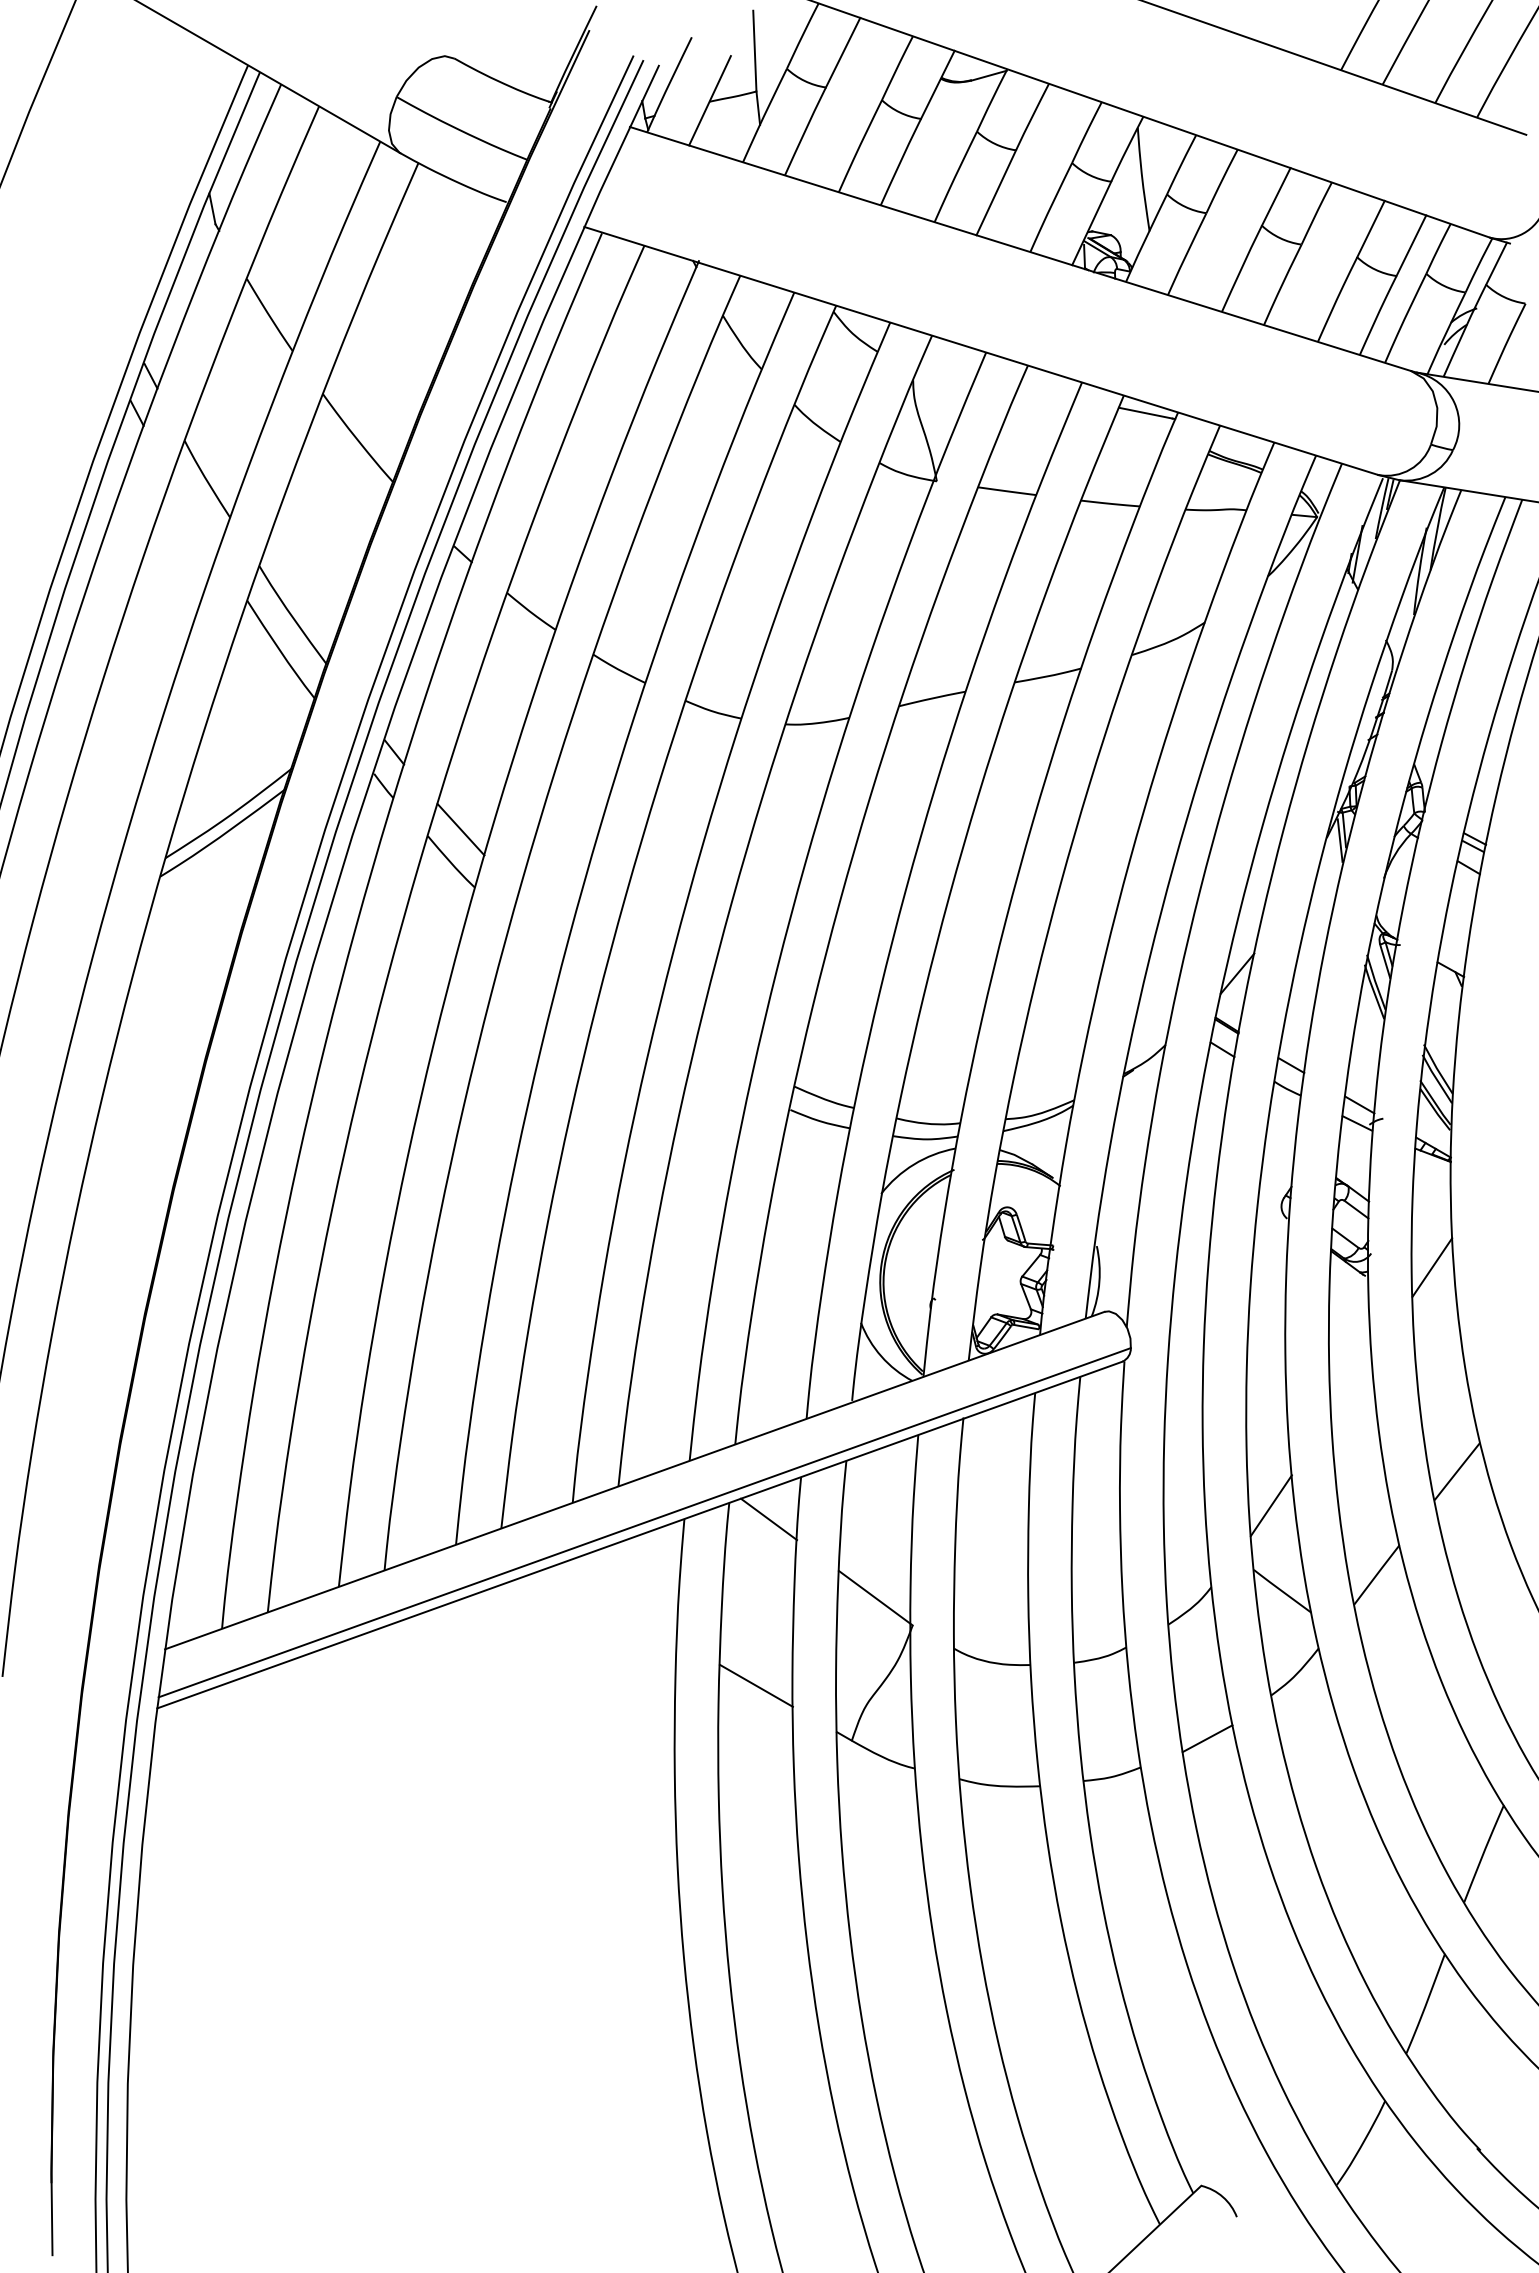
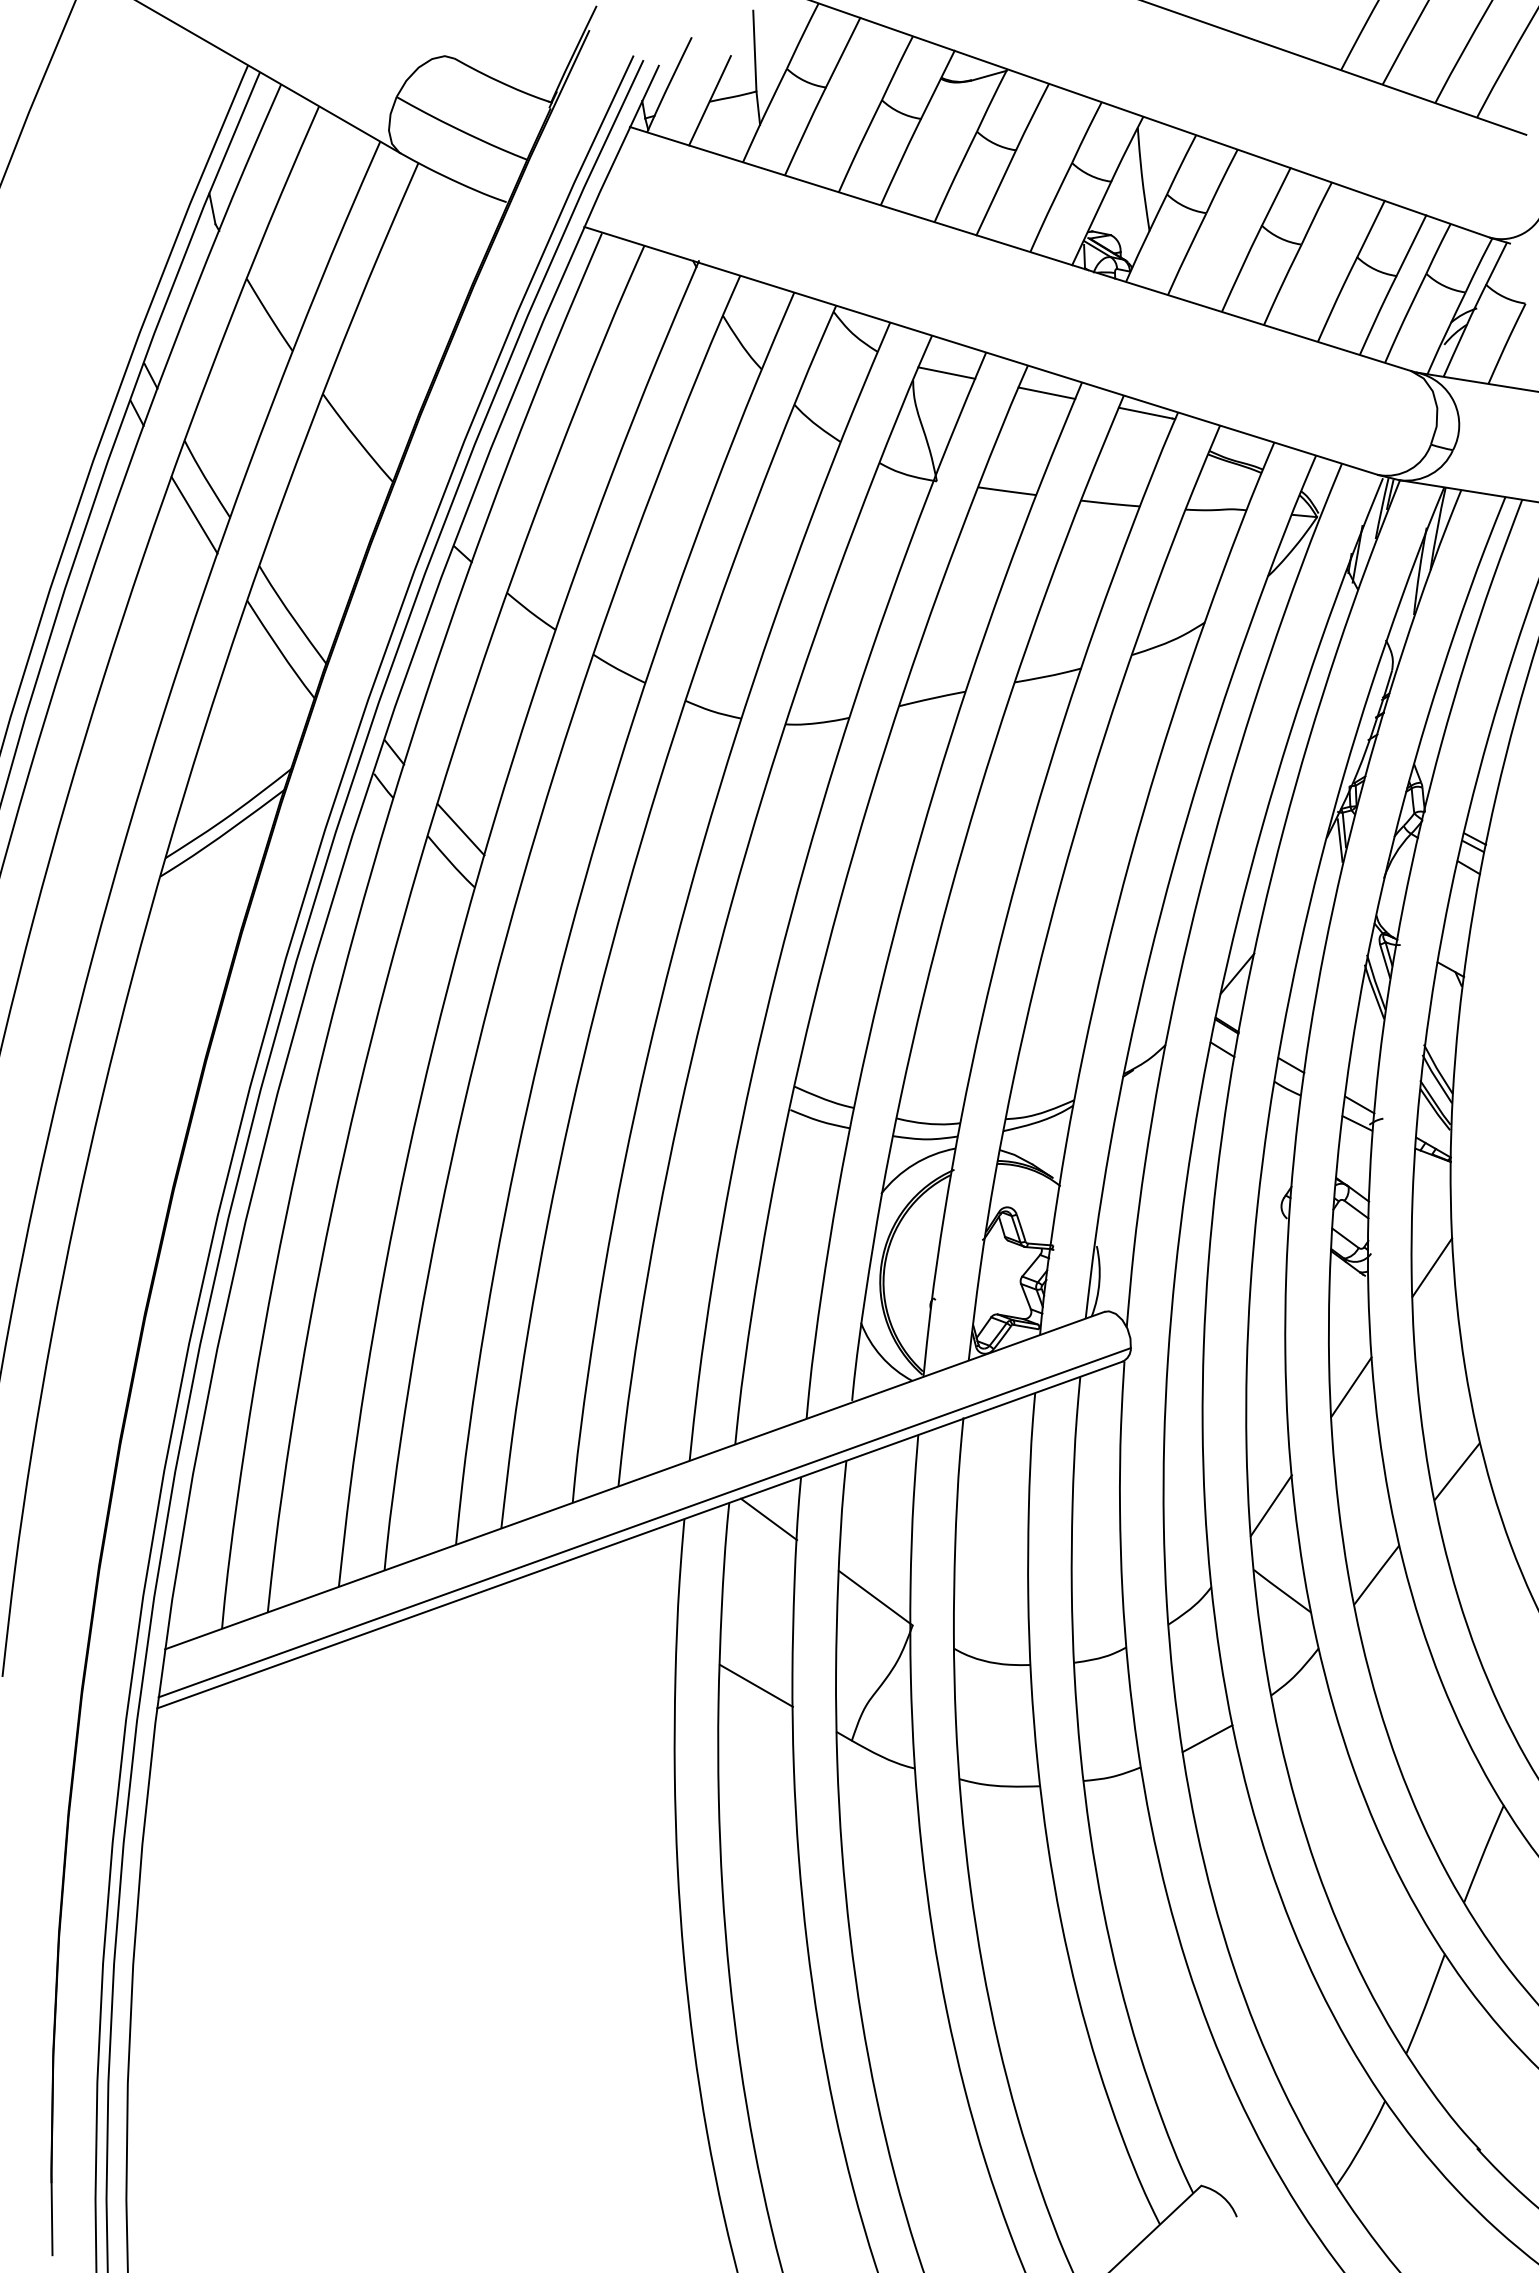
line at (946, 372): none -> present
line at (1046, 392): none -> present
line at (194, 515): none -> present
line at (1351, 1386): none -> present
